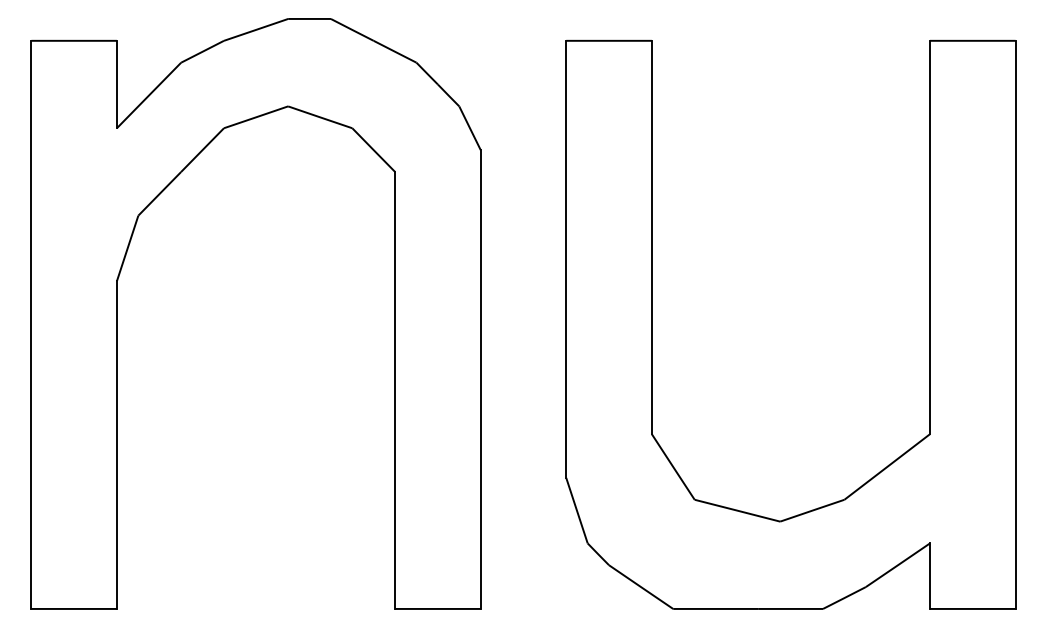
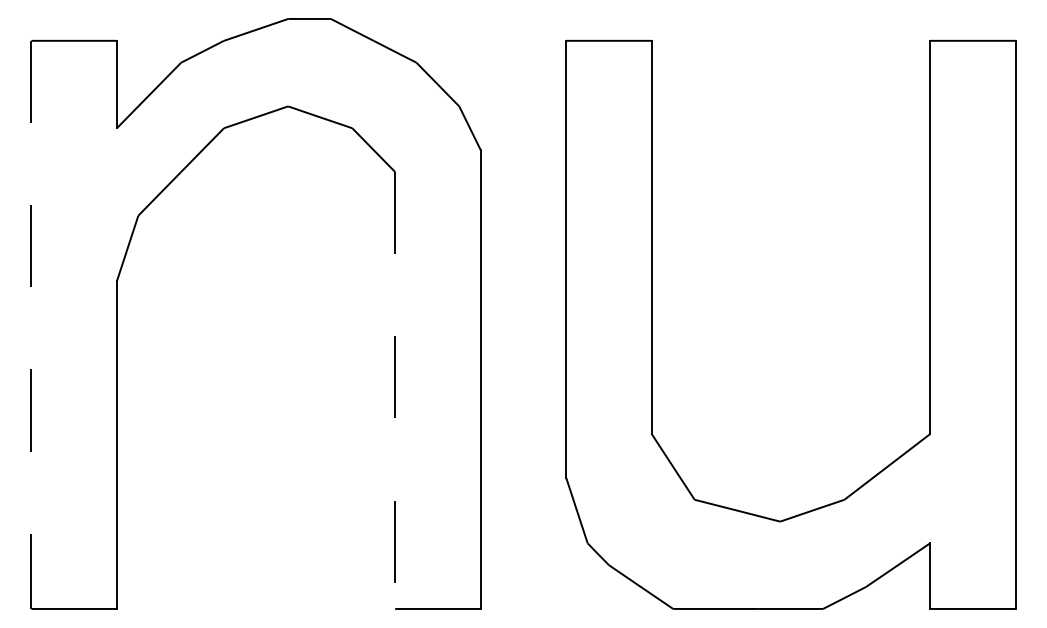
line at (31, 325): solid -> dashed
line at (395, 390): solid -> dashed
